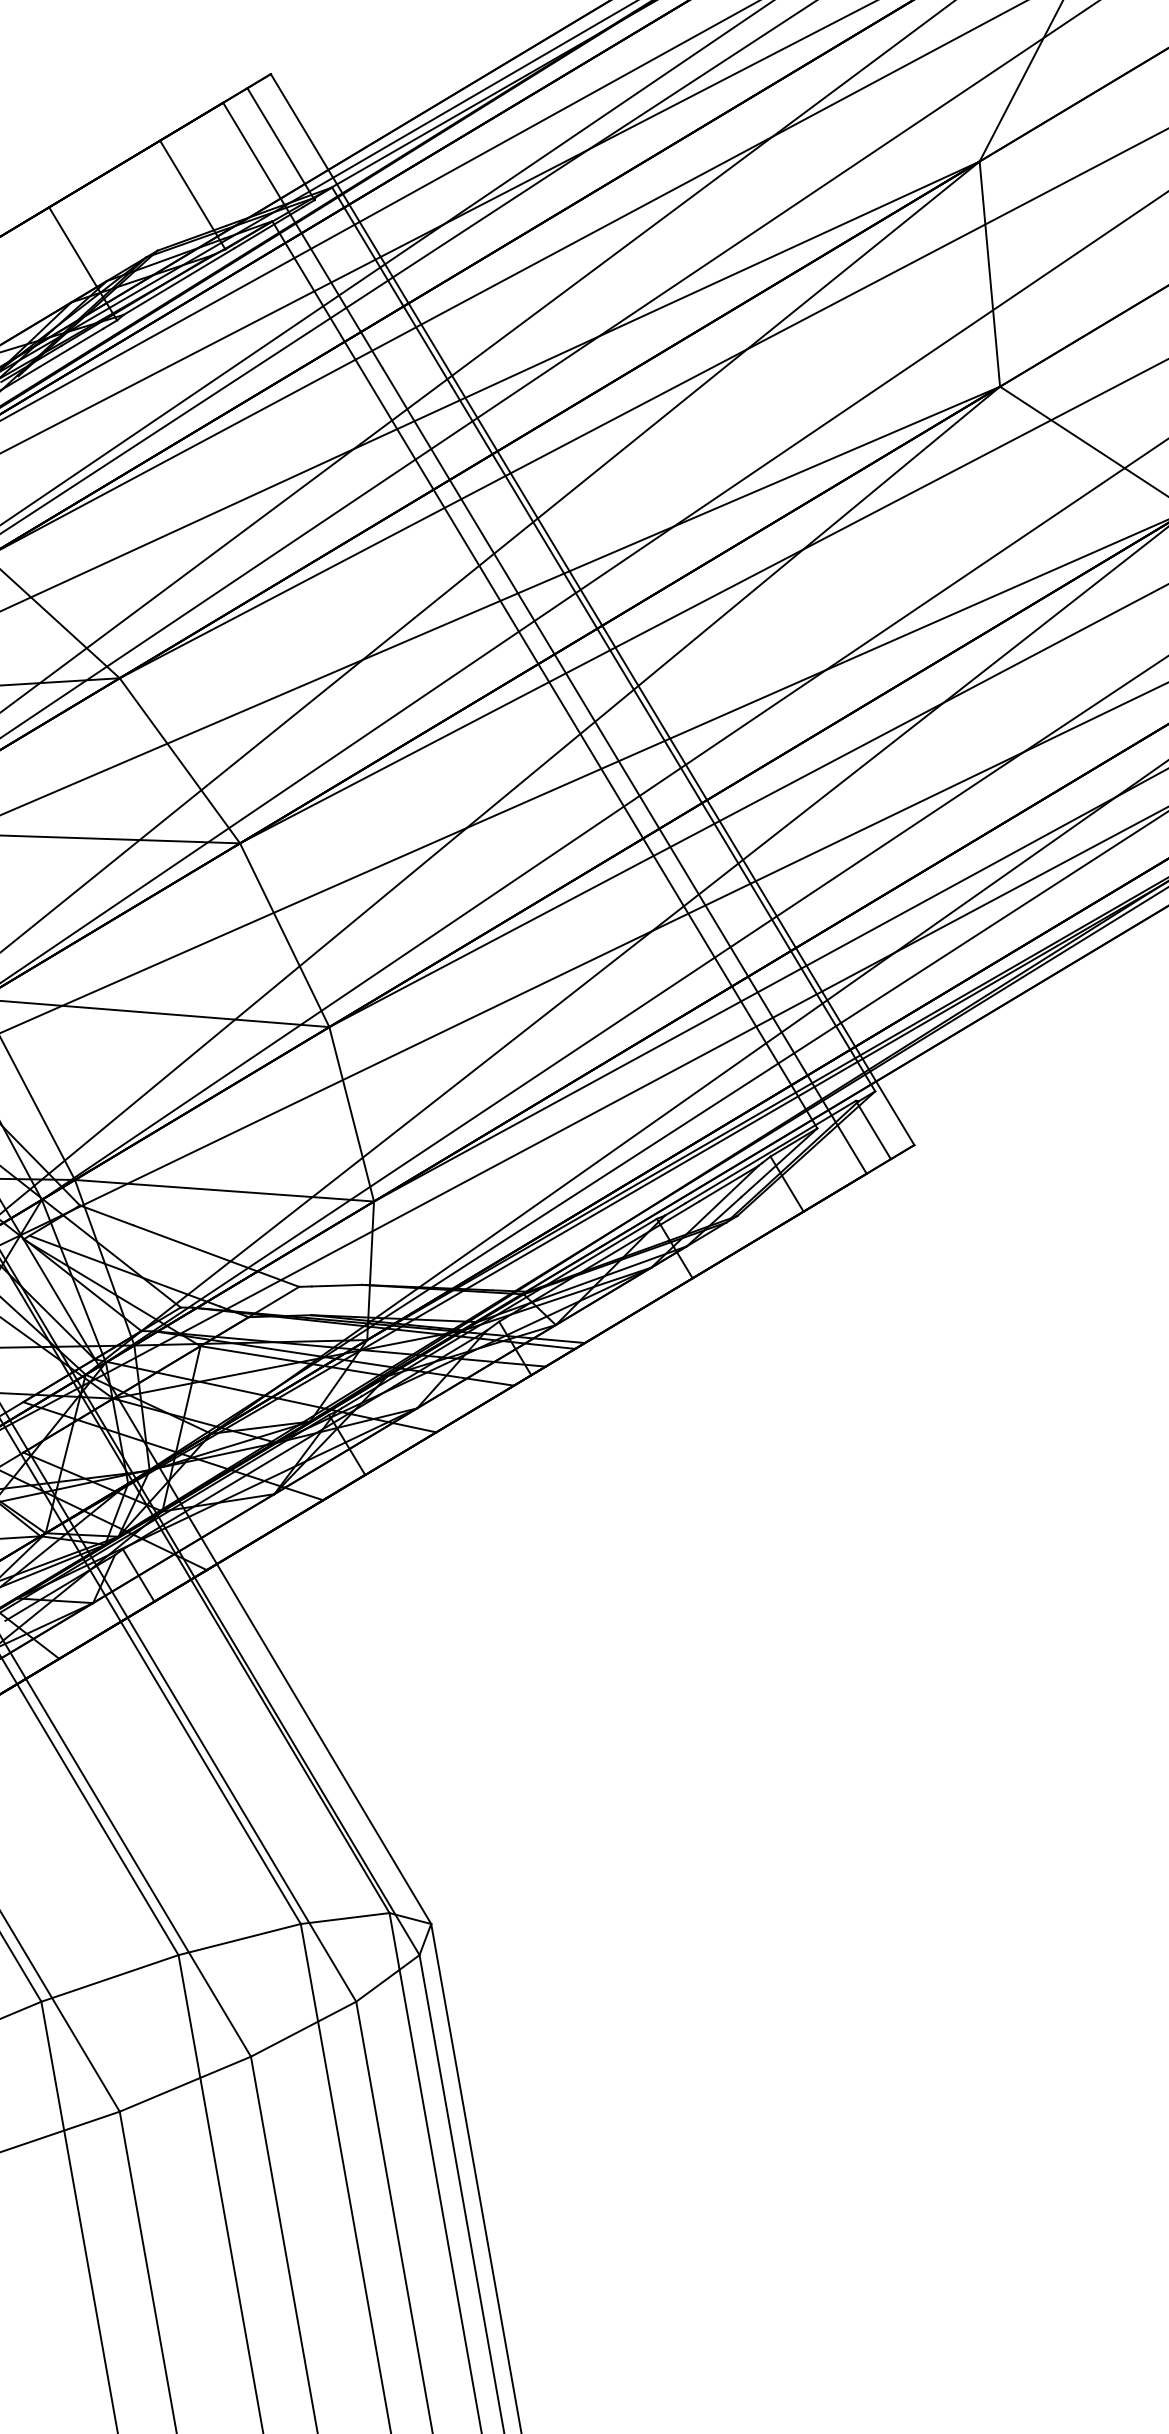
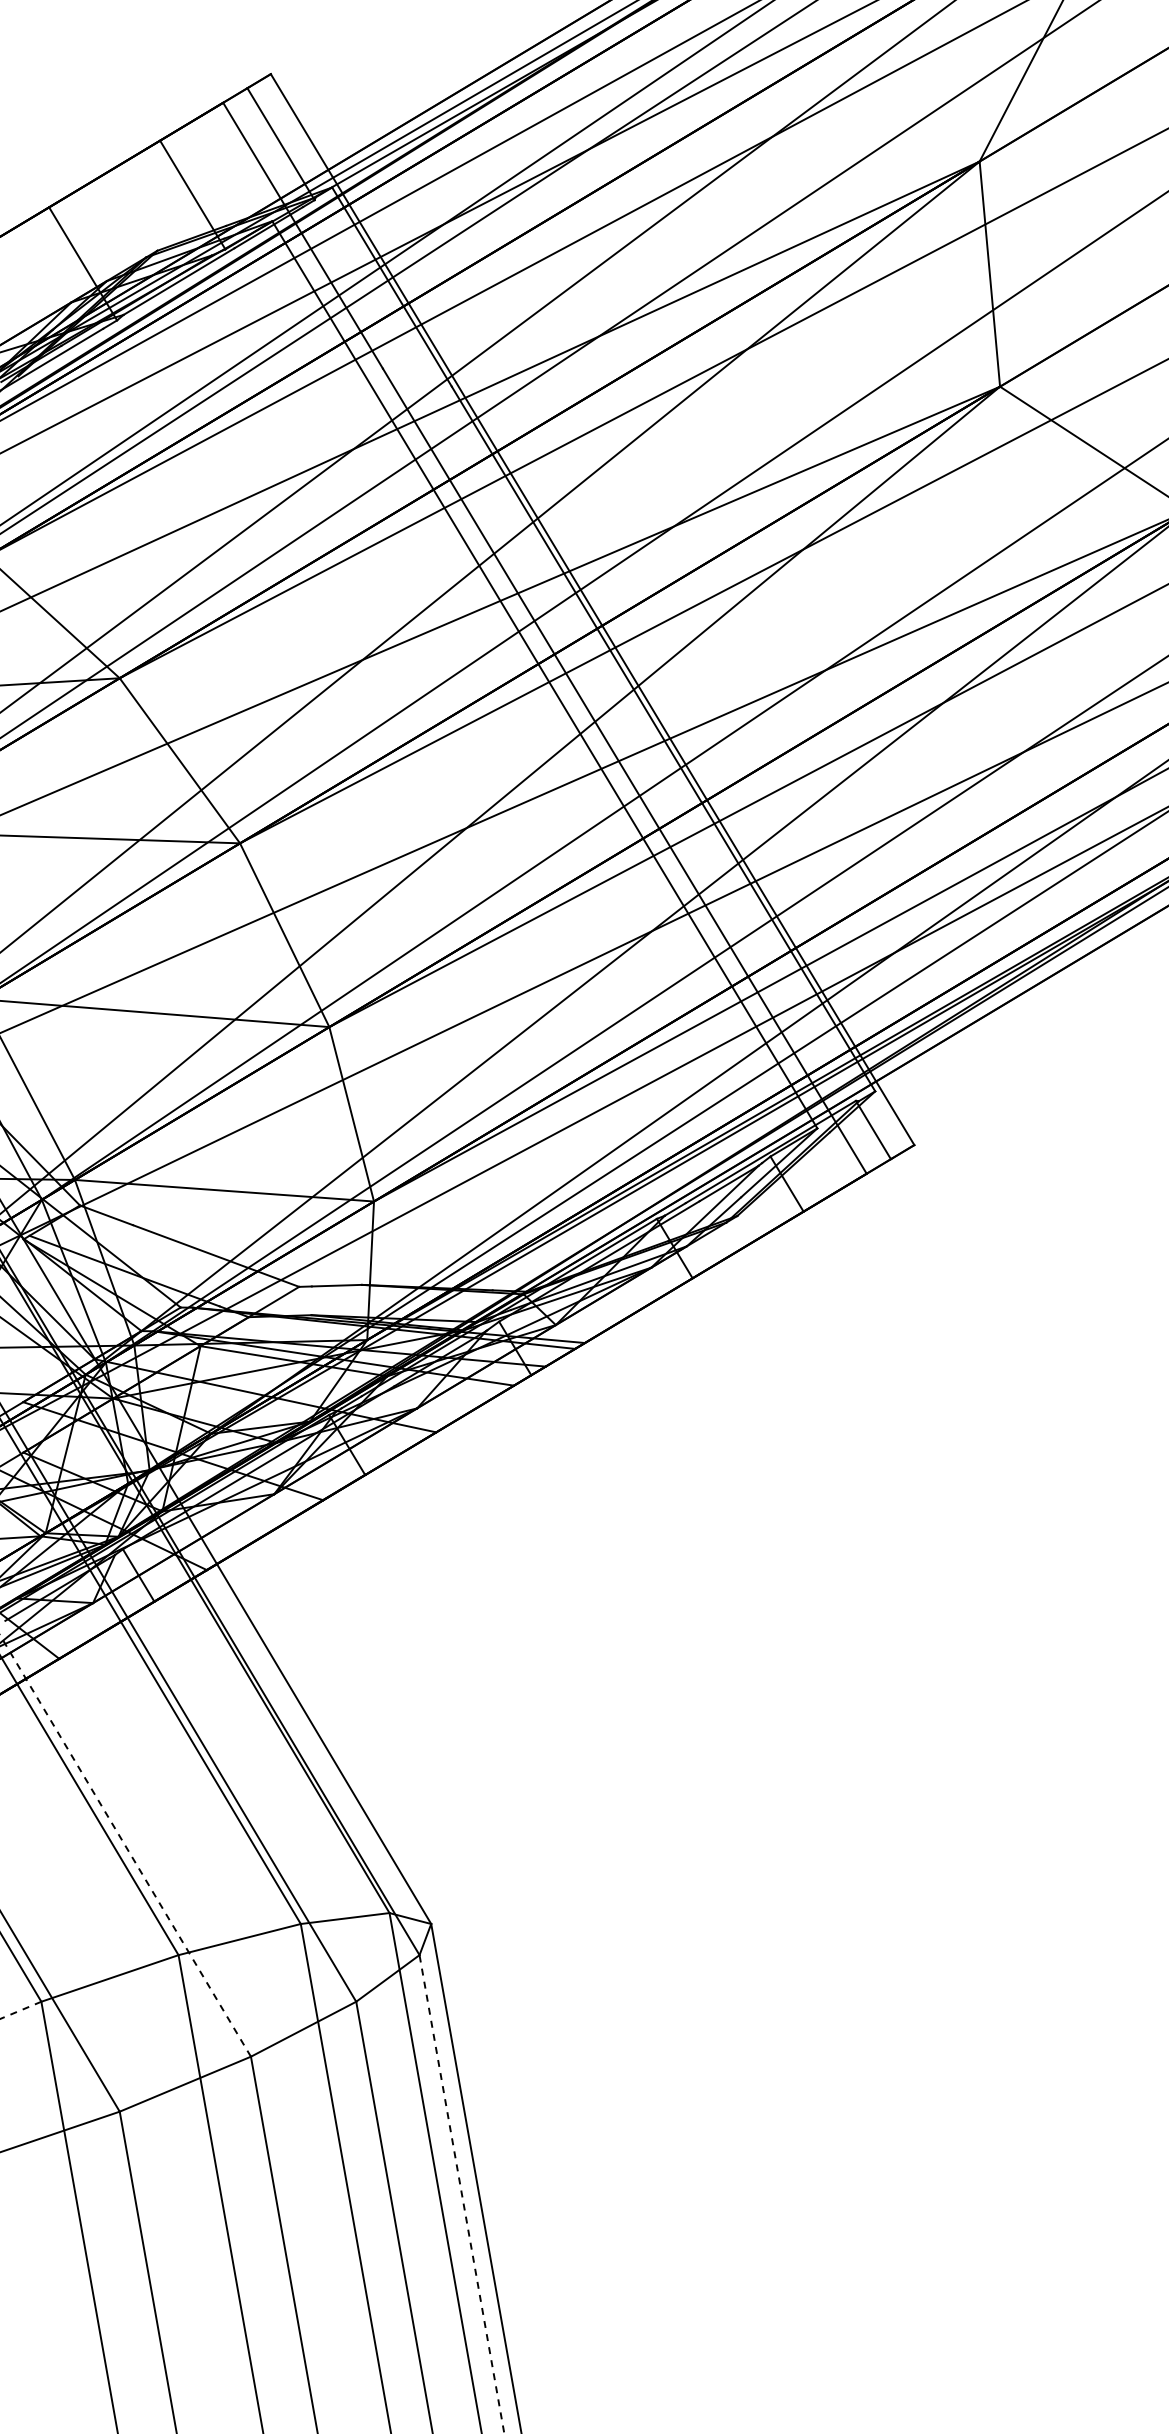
line at (125, 1846): solid -> dashed
line at (20, 2010): solid -> dashed
line at (461, 2194): solid -> dashed
